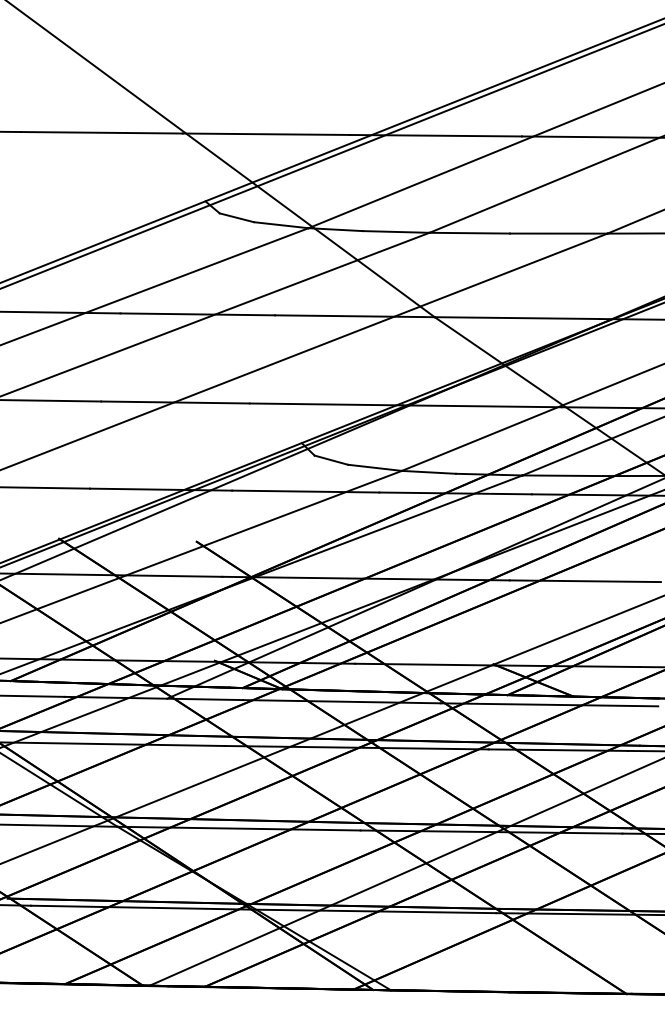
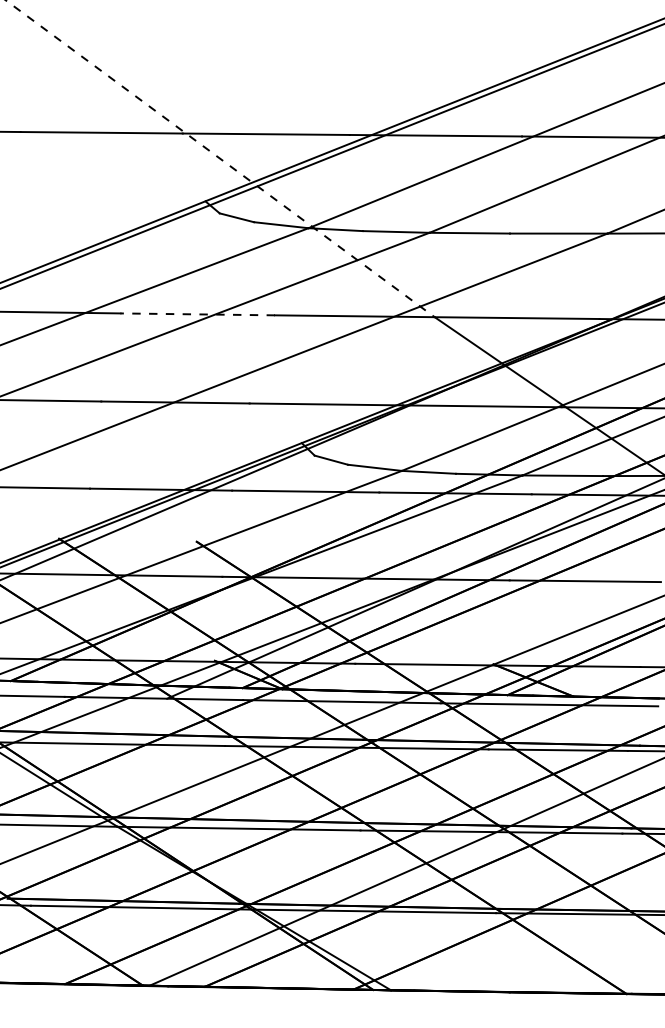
line at (220, 159): solid -> dashed
line at (197, 314): solid -> dashed
